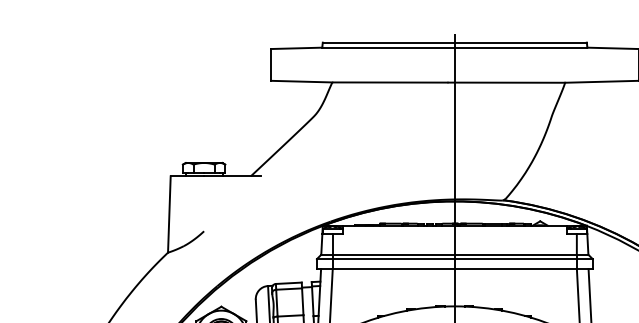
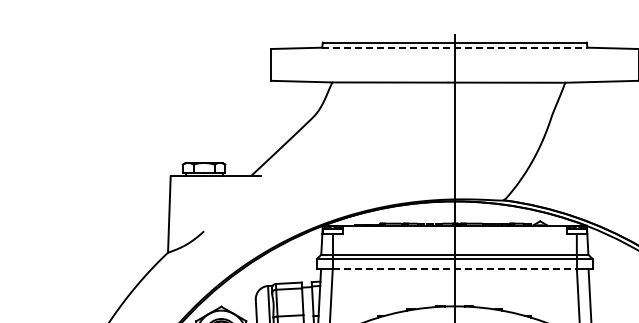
line at (454, 47): solid -> dashed
line at (455, 269): solid -> dashed
